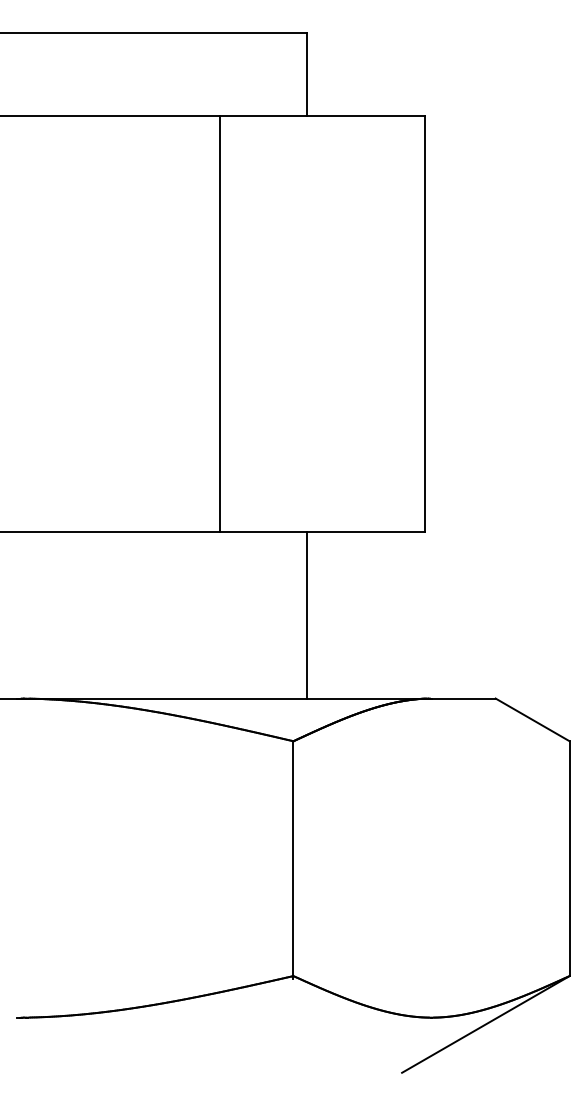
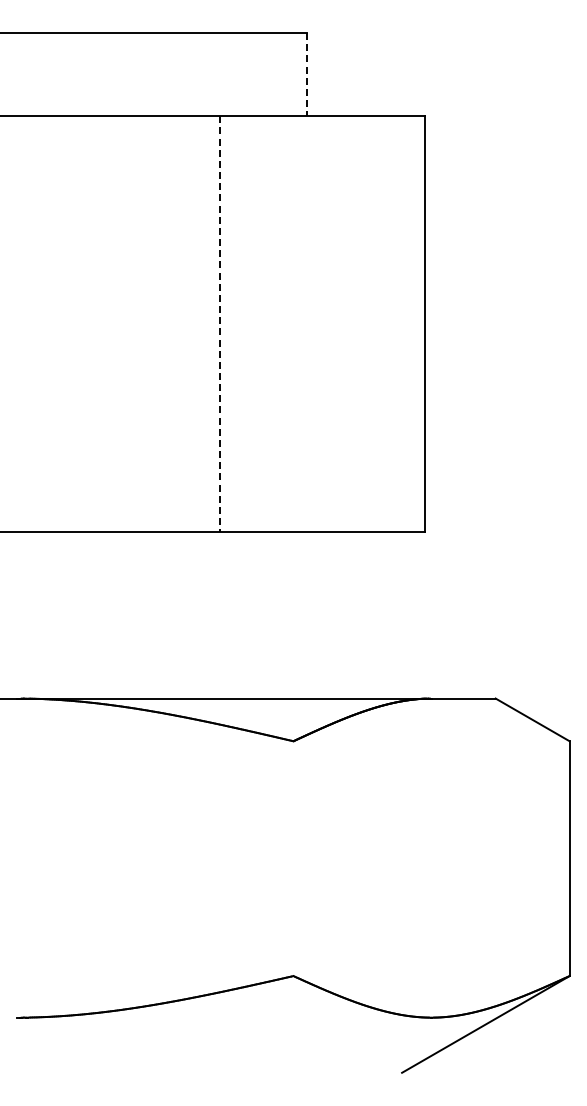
line at (307, 74): solid -> dashed
line at (220, 324): solid -> dashed
line at (307, 615): present -> none
line at (293, 859): present -> none
